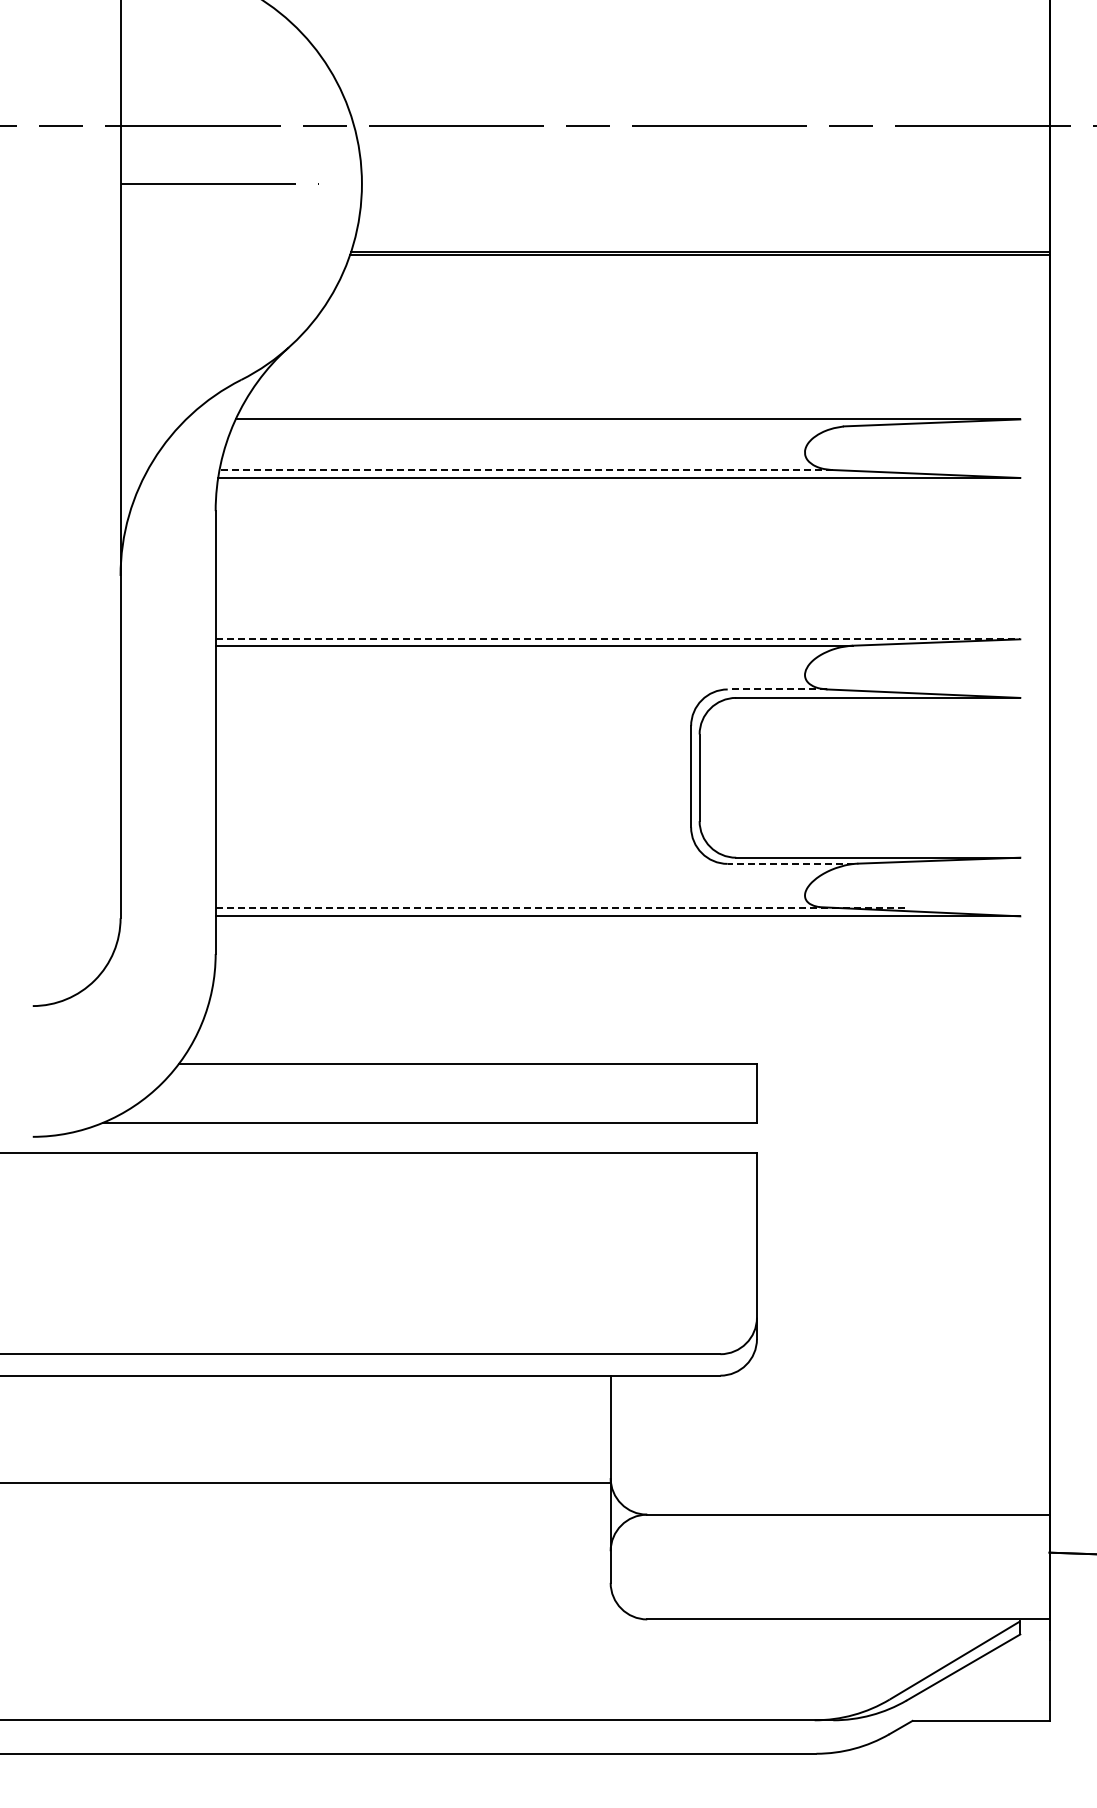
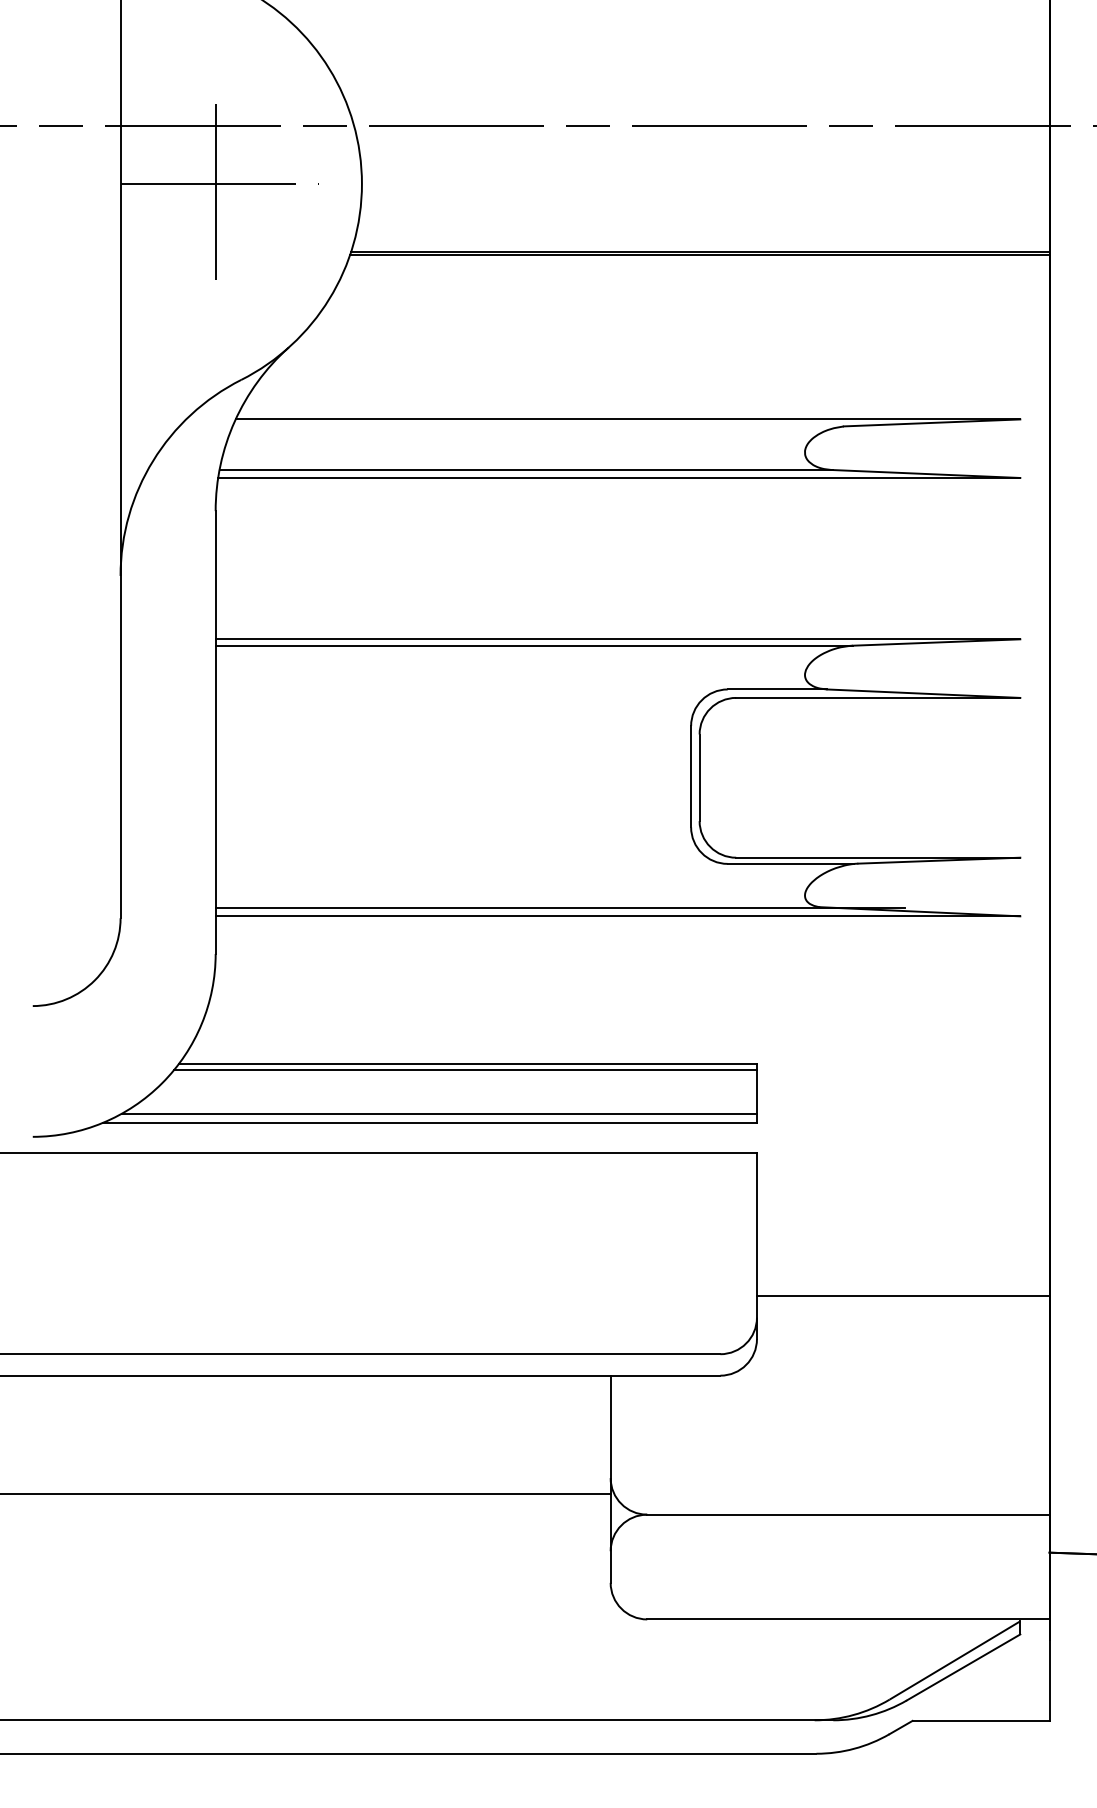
line at (215, 183): none -> present
line at (525, 470): dashed -> solid
line at (618, 639): dashed -> solid
line at (777, 689): dashed -> solid
line at (790, 863): dashed -> solid
line at (560, 907): dashed -> solid
line at (465, 1069): none -> present
line at (438, 1113): none -> present
line at (902, 1296): none -> present
line at (306, 1482) position: (306, 1482) -> (306, 1493)
